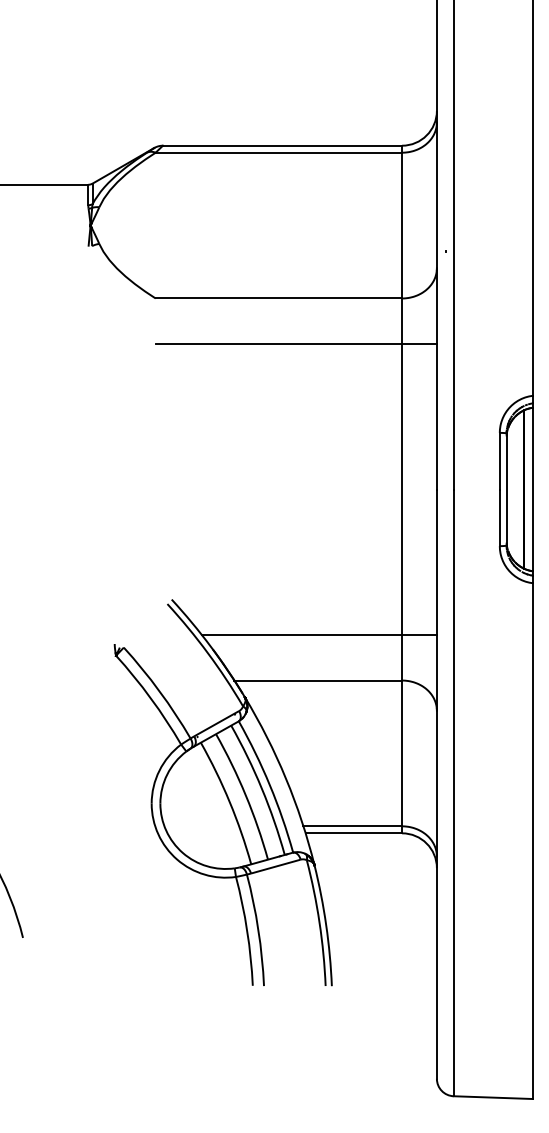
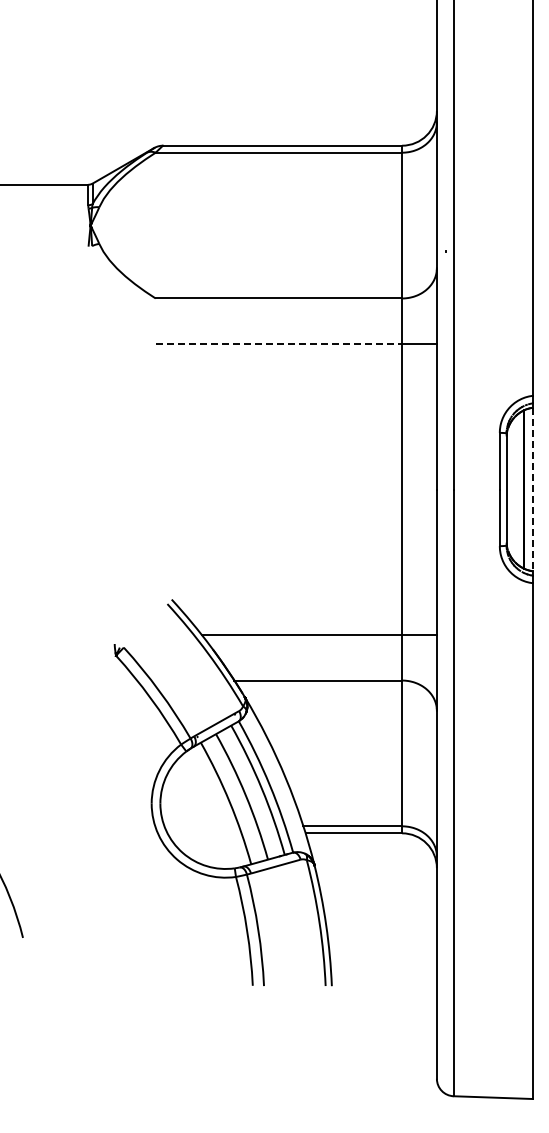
line at (279, 343): solid -> dashed
line at (532, 489): solid -> dashed
